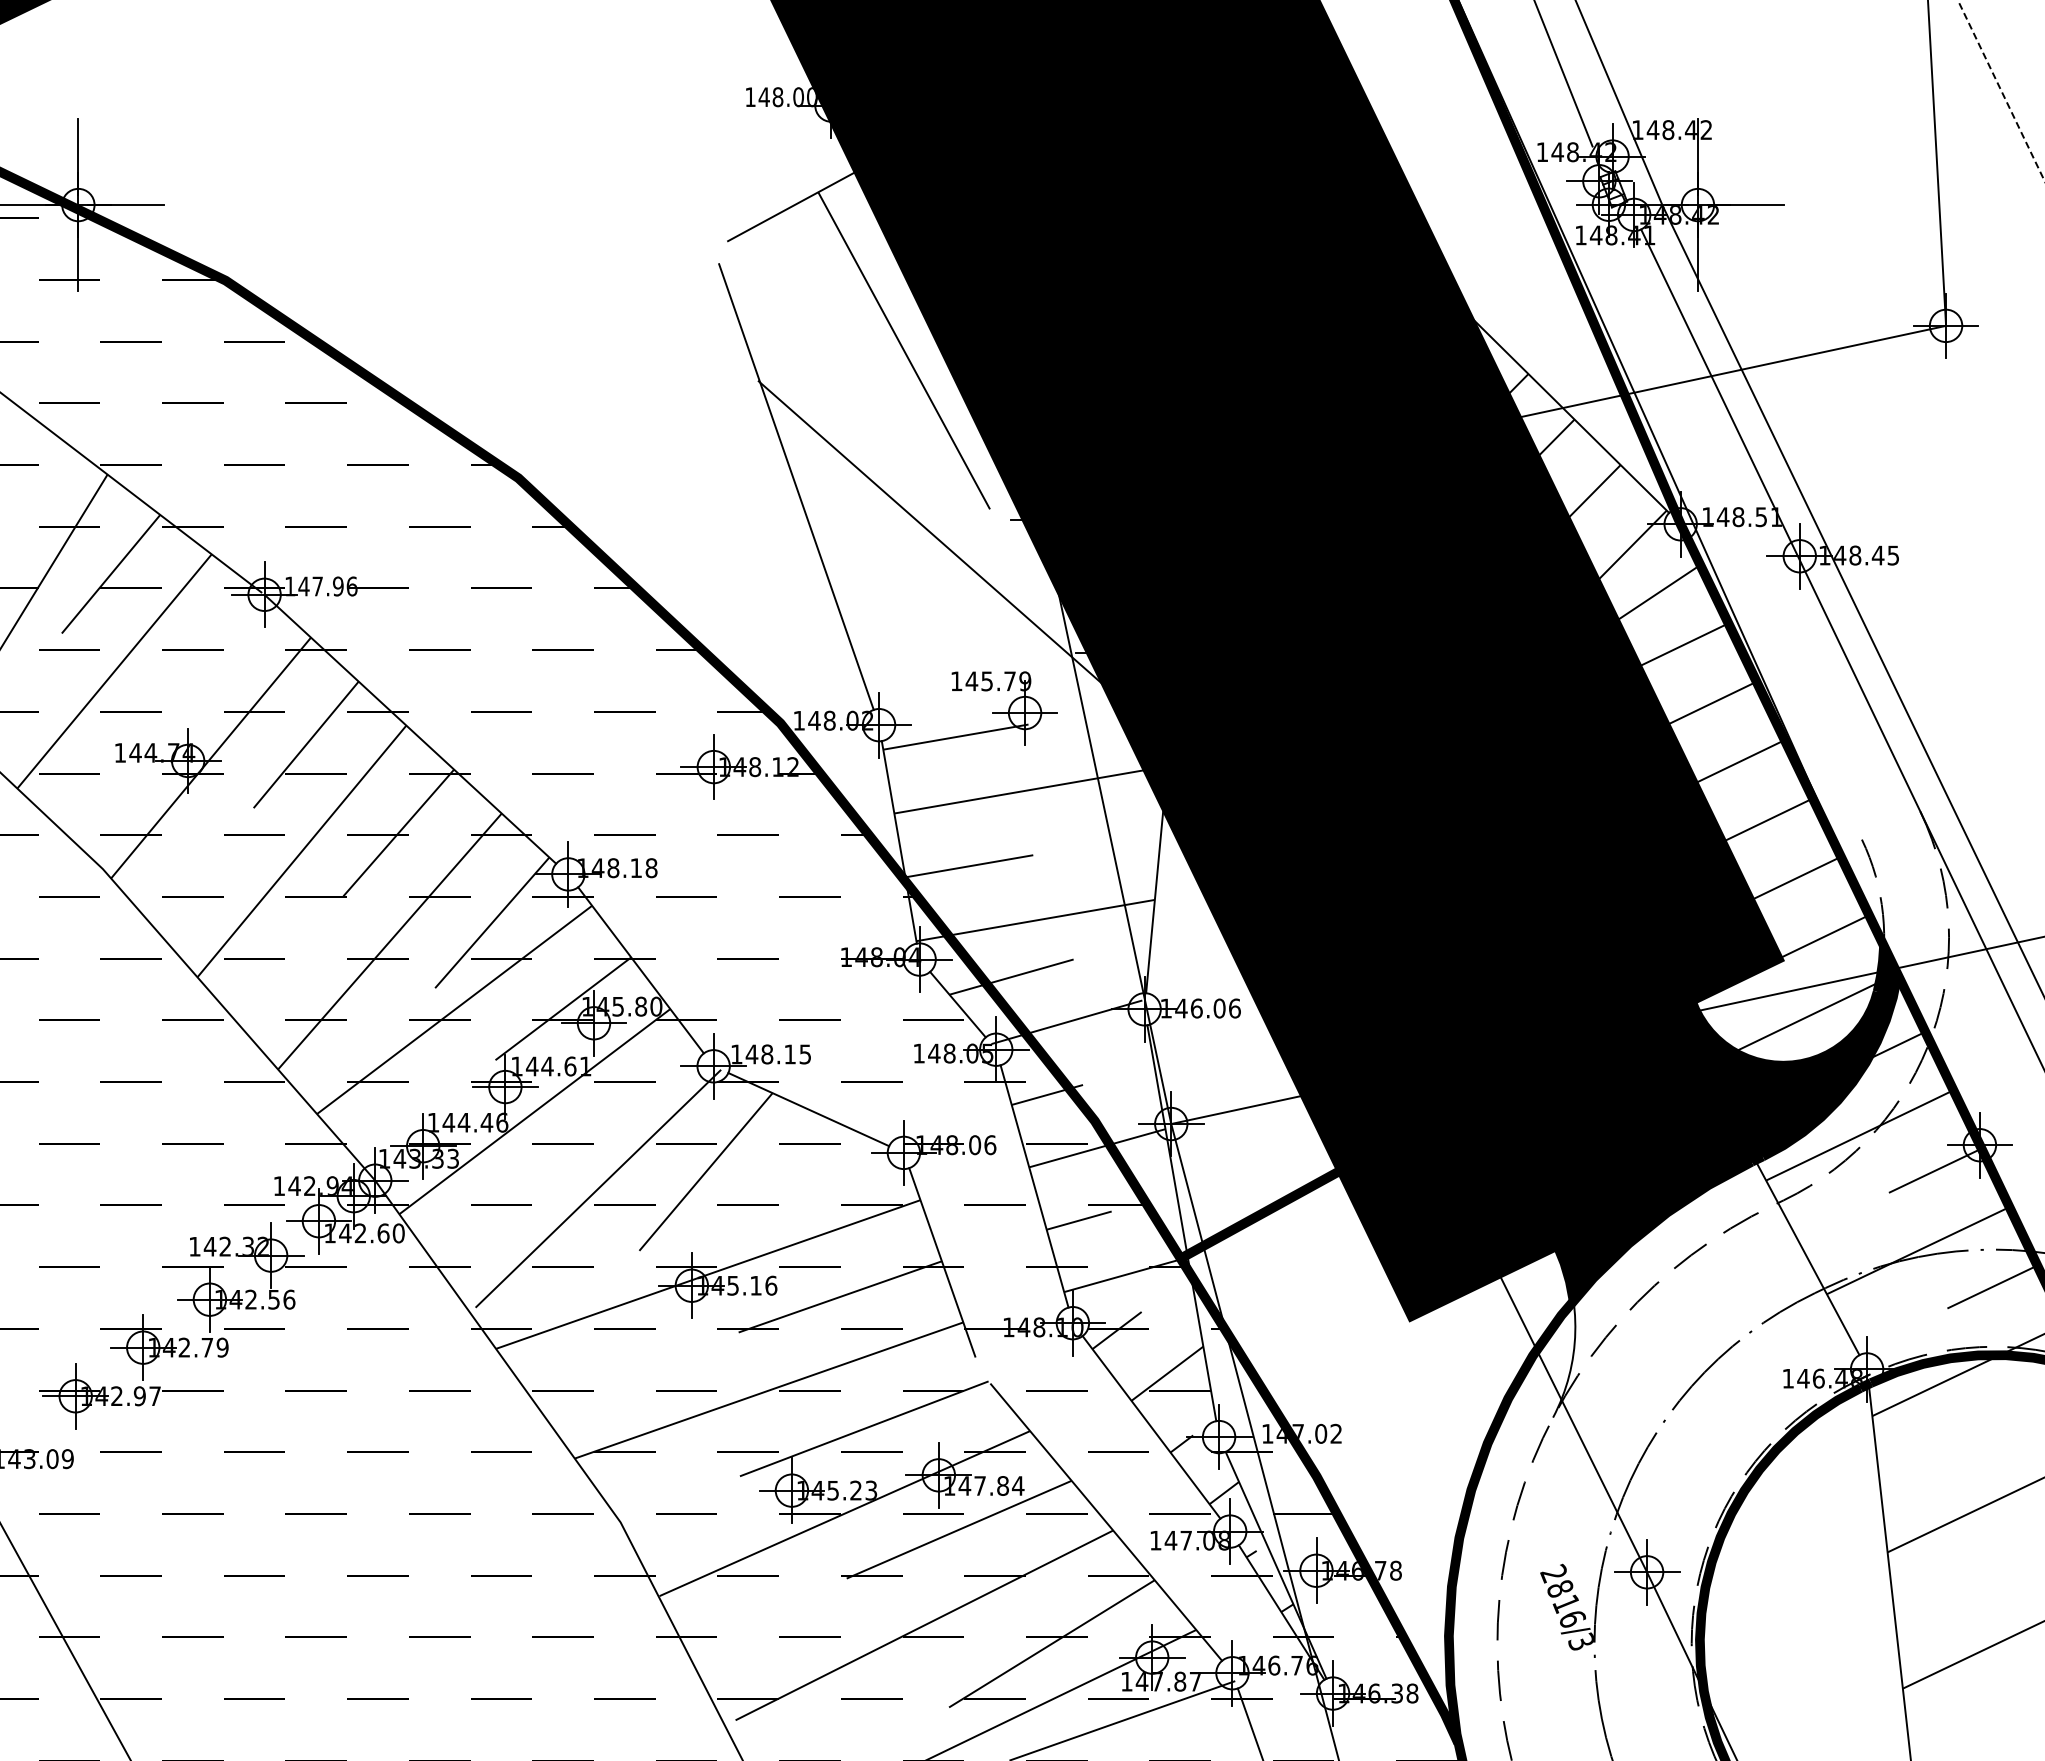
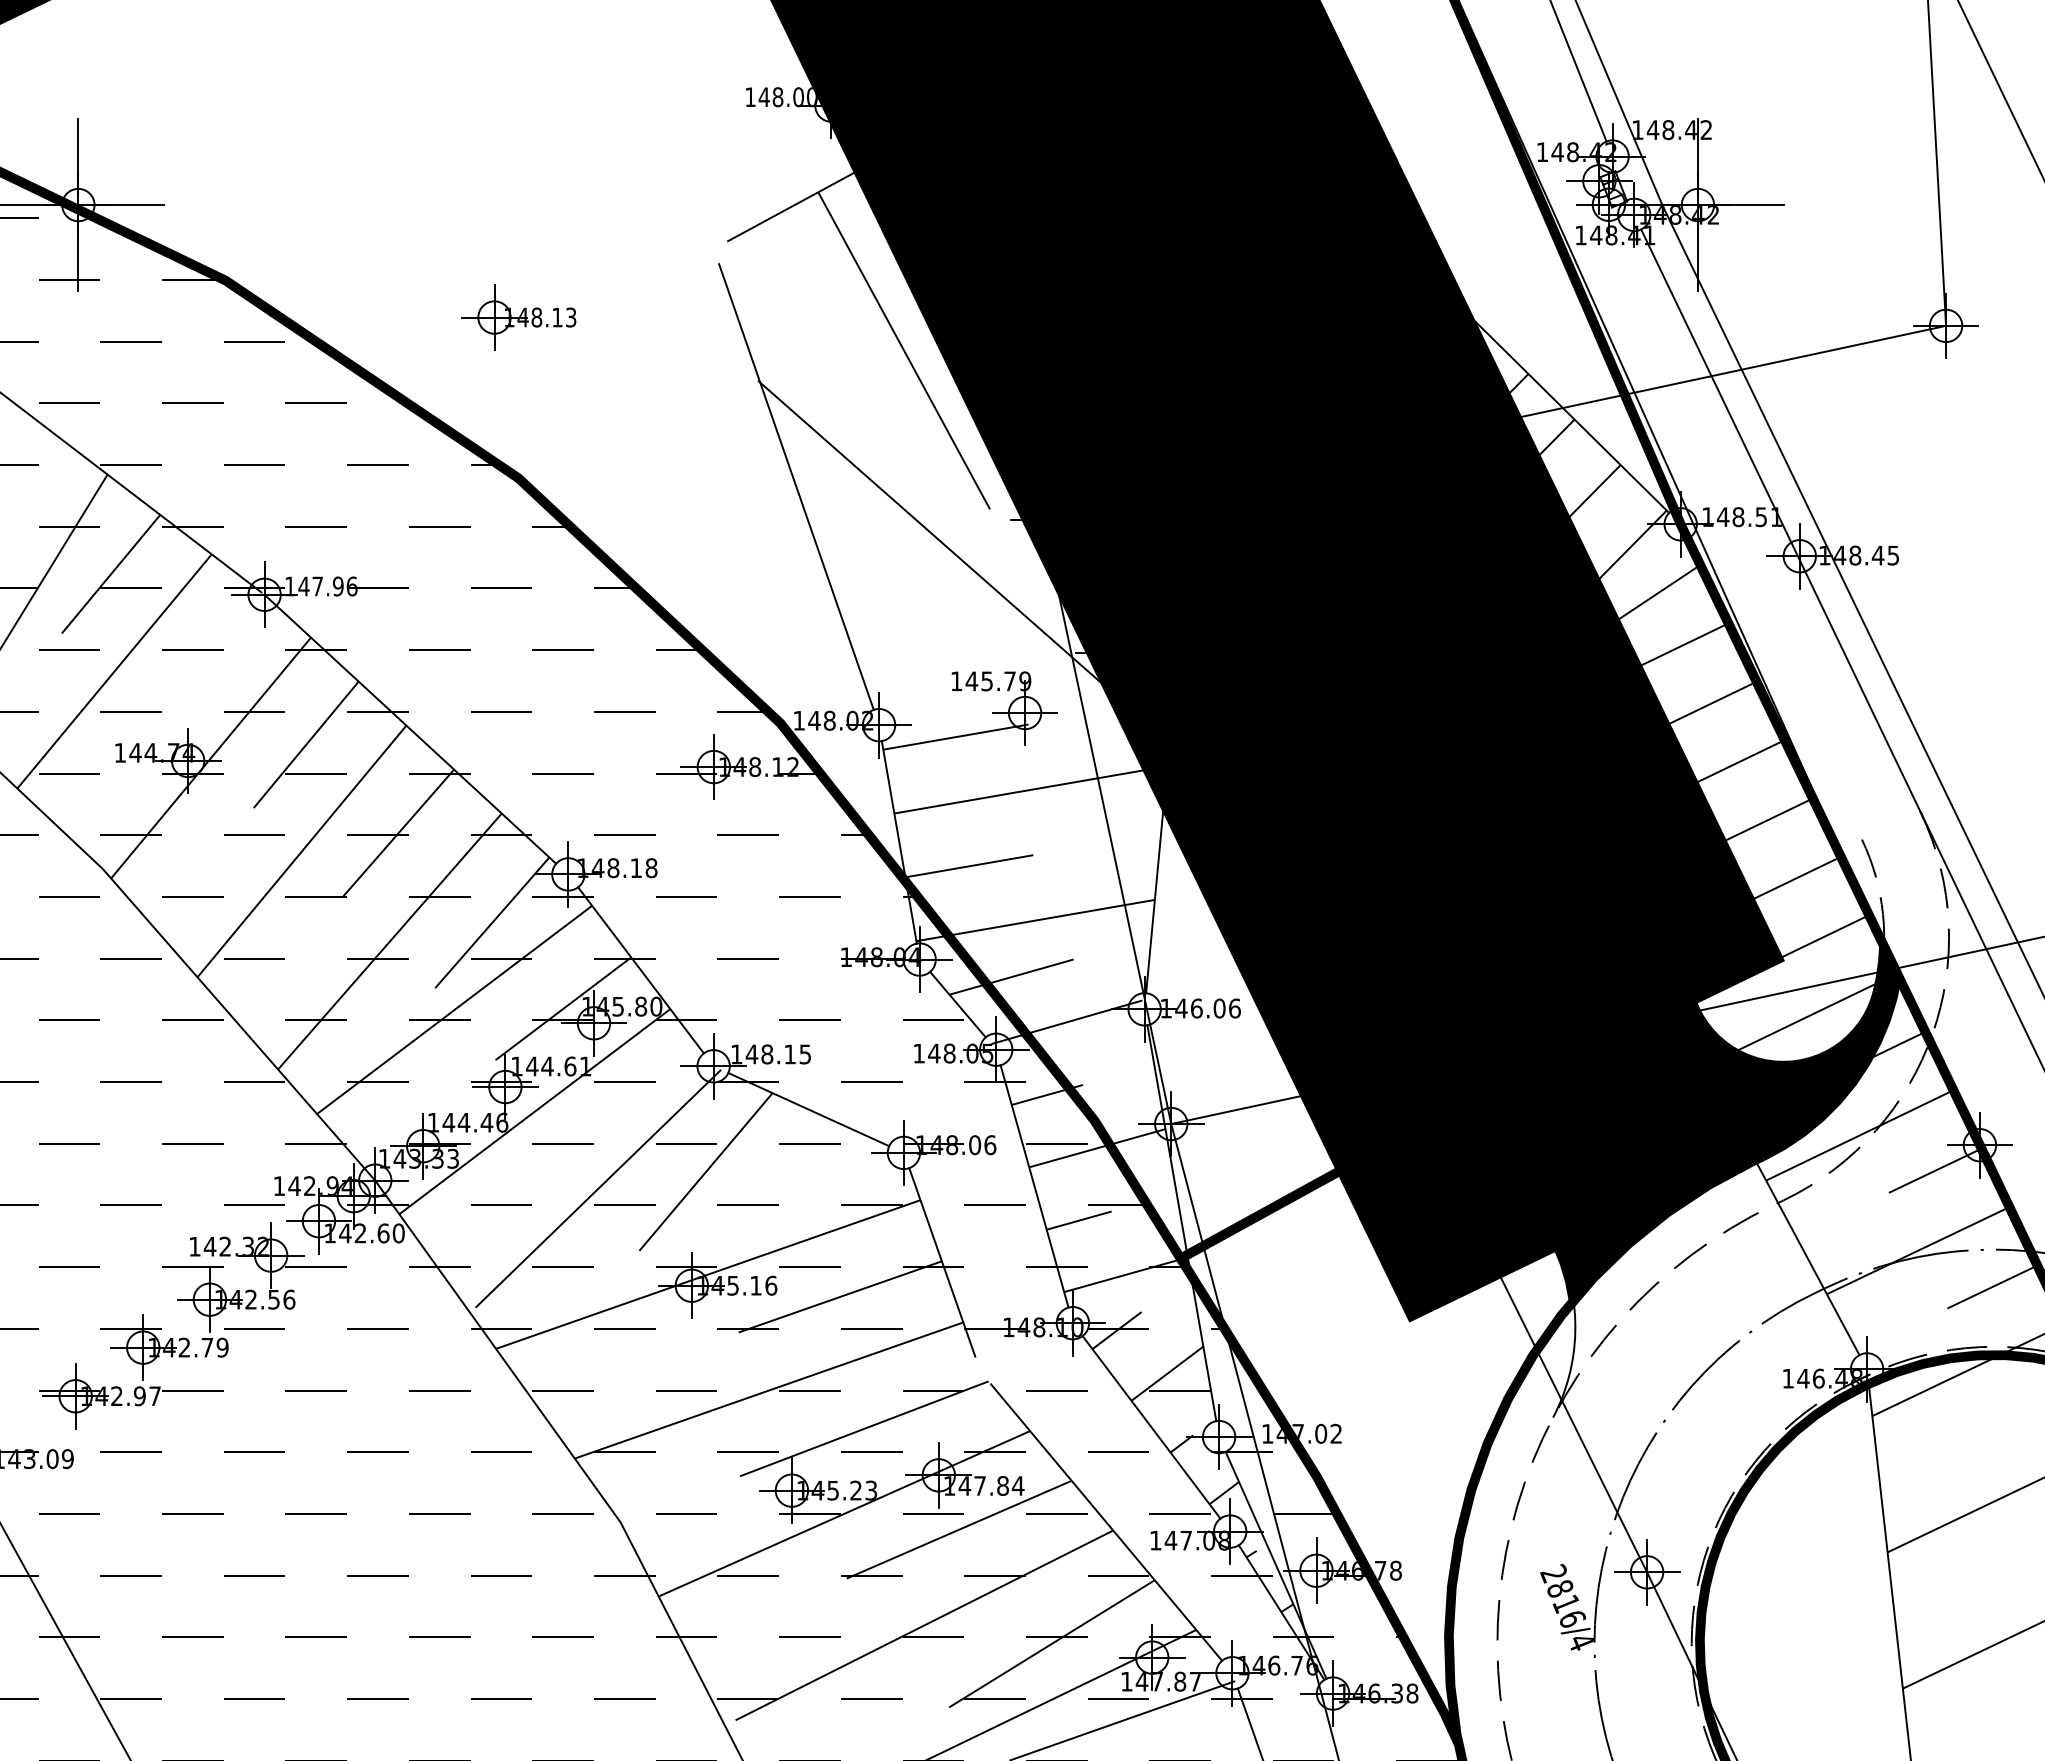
line at (1563, 74) position: (1563, 74) -> (1578, 71)
line at (2001, 90): dashed -> solid
part at (518, 317): none -> present
text at (1581, 1641): 2816/3 -> 2816/4
